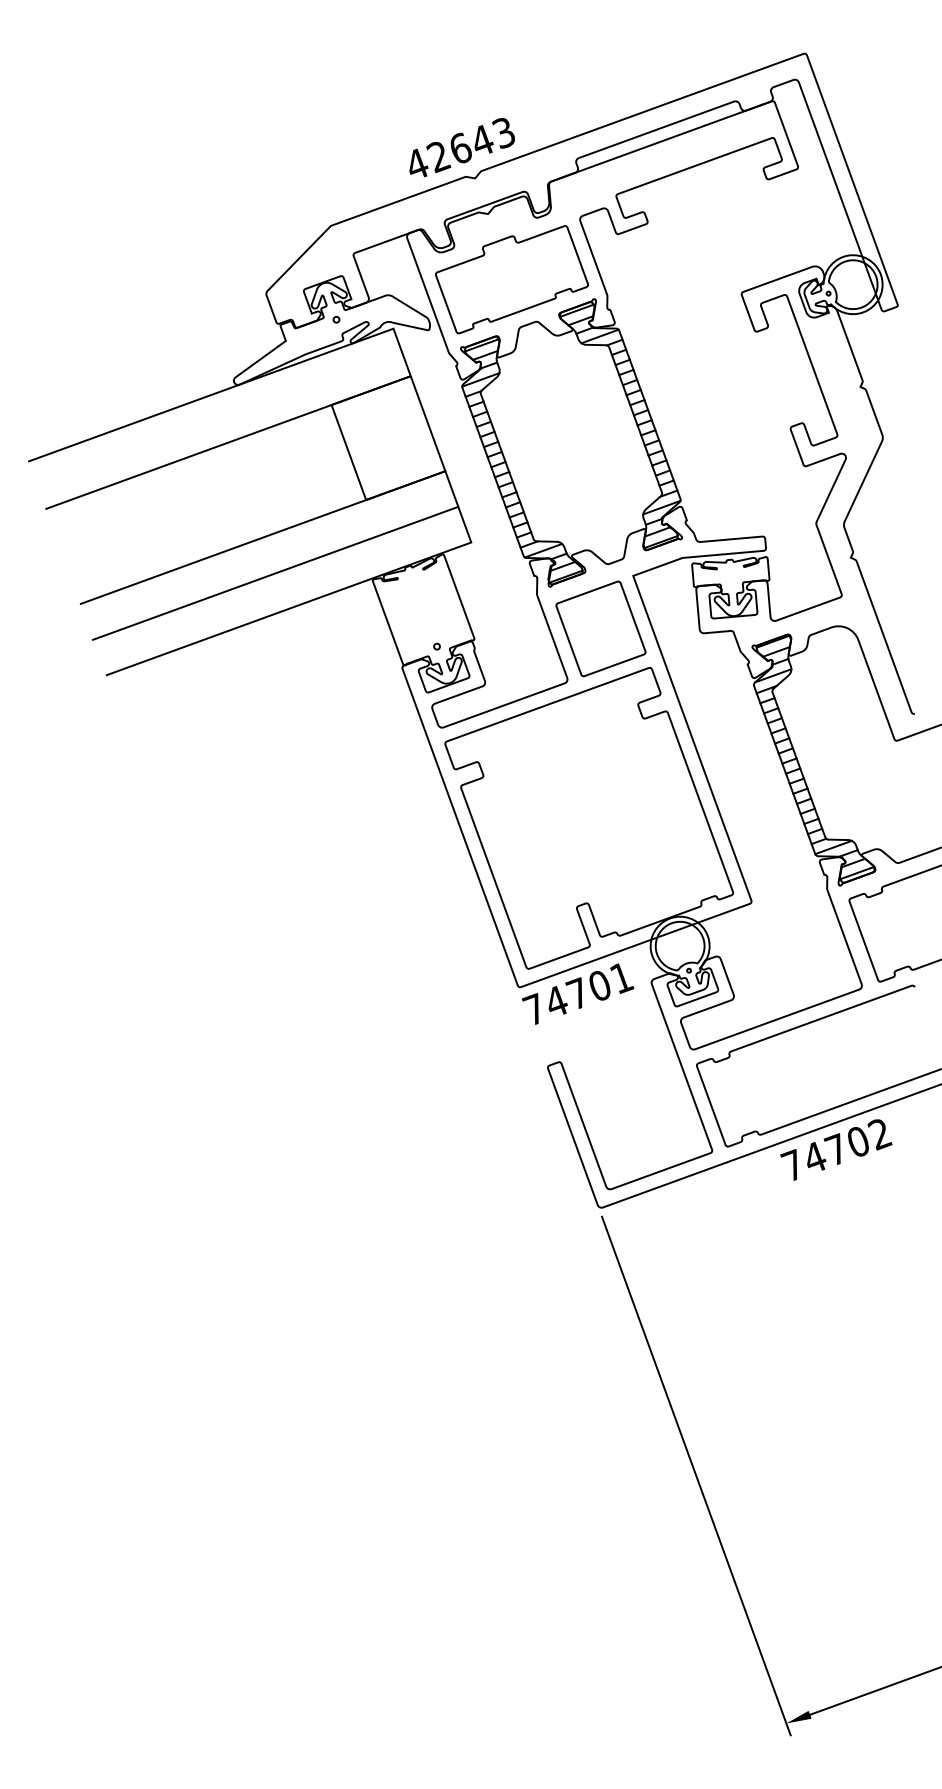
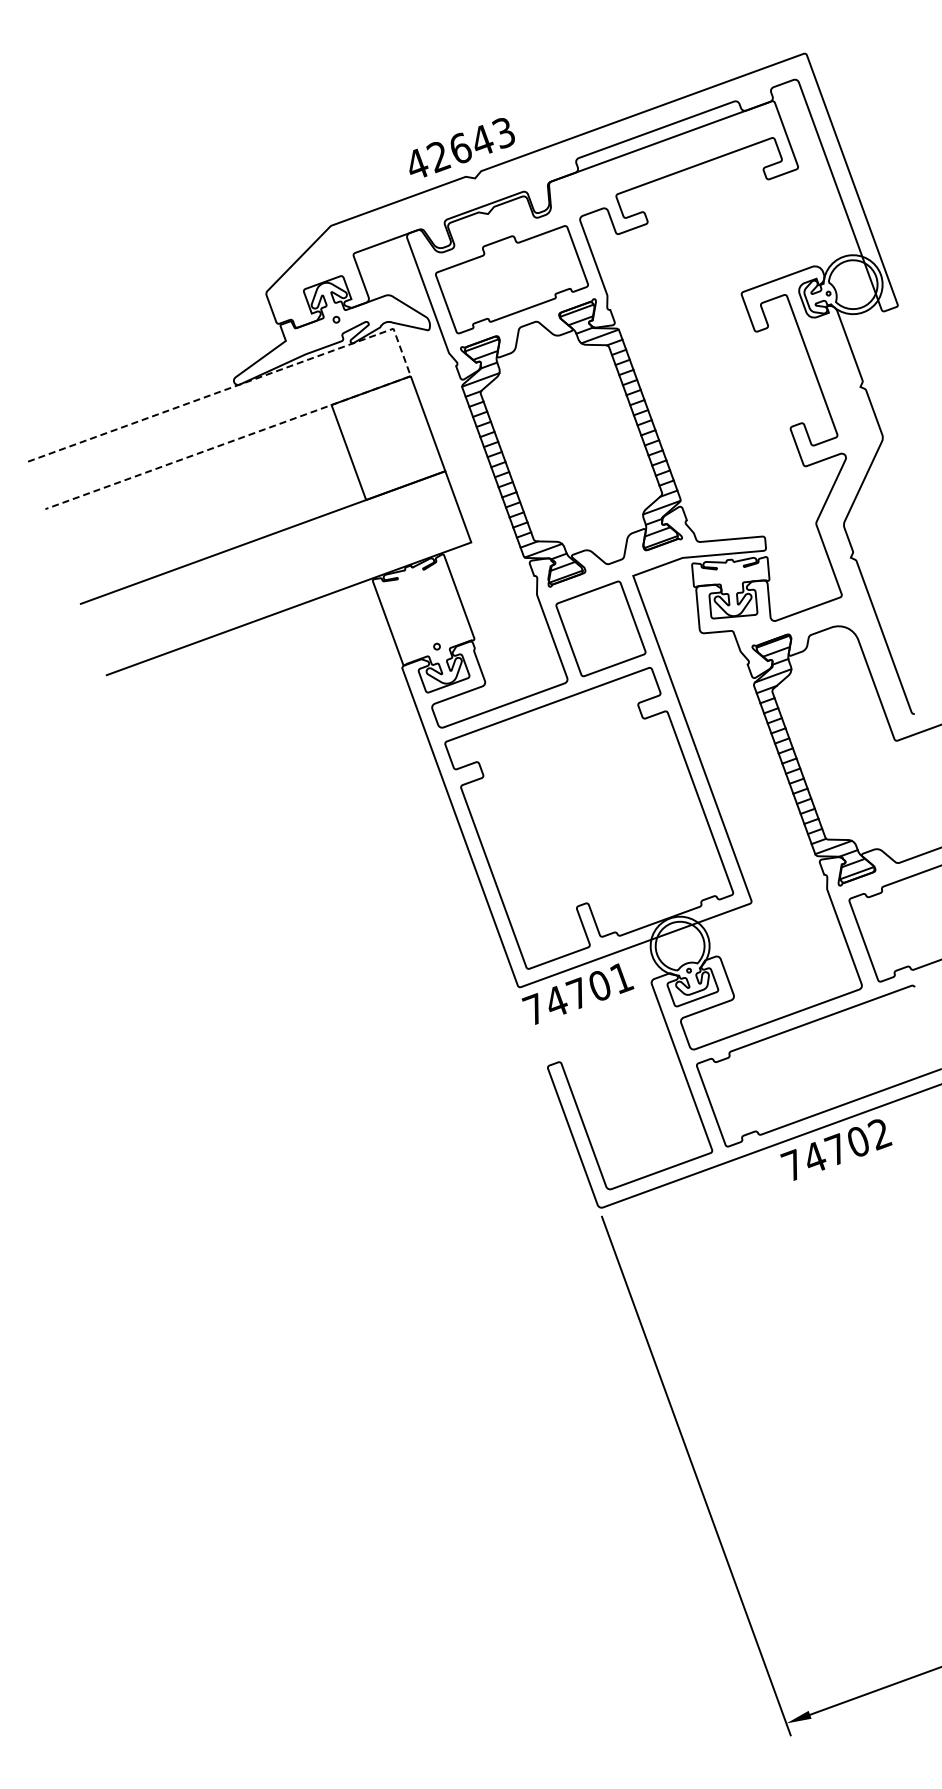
line at (402, 352): solid -> dashed
line at (275, 572): present -> none
